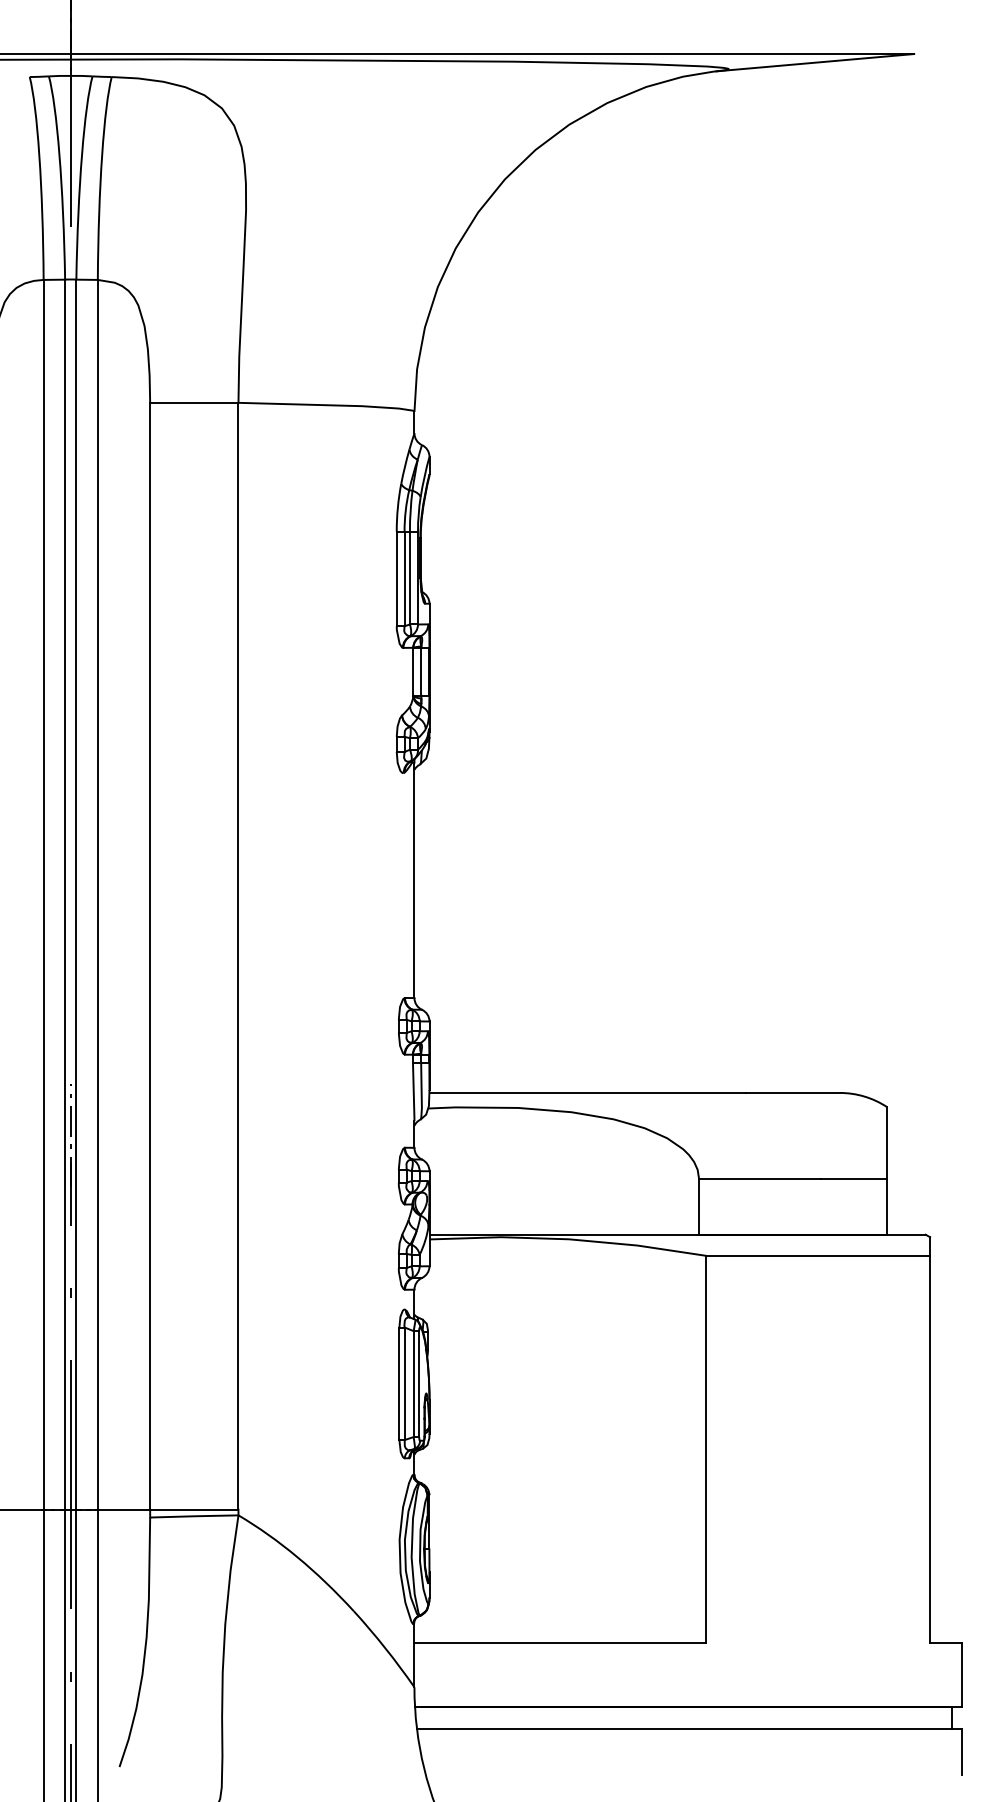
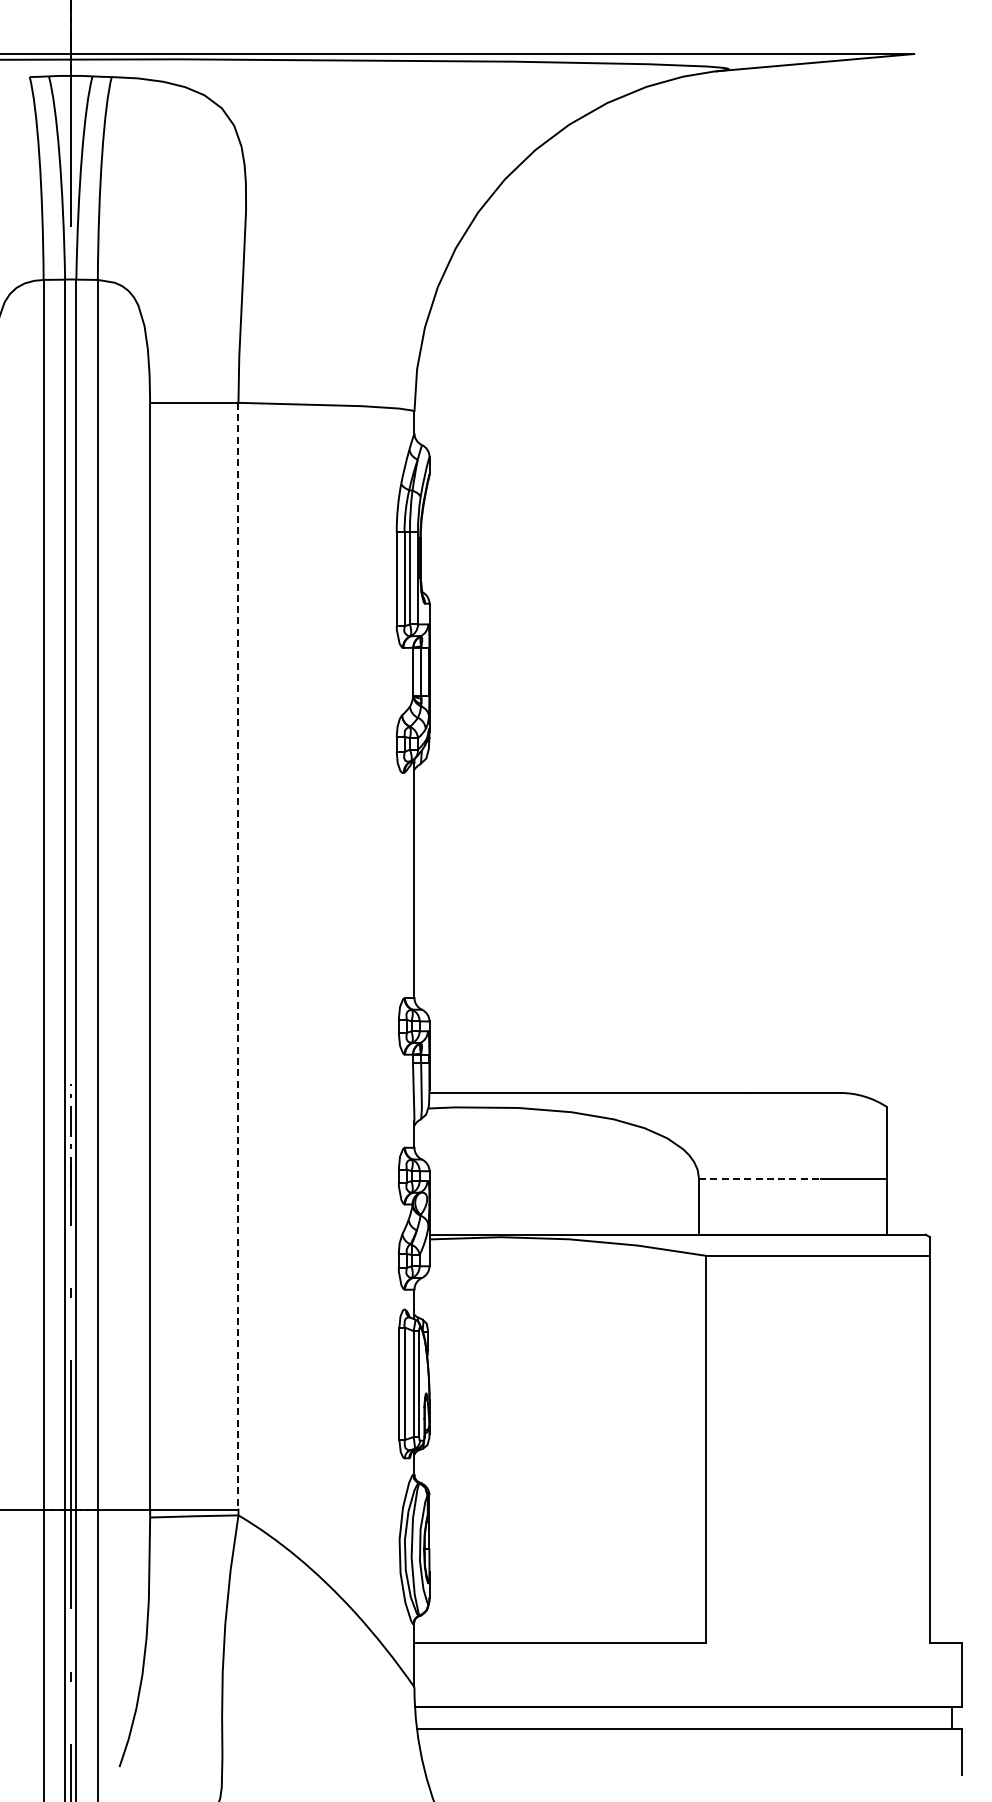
line at (238, 956): solid -> dashed
line at (760, 1178): solid -> dashed
